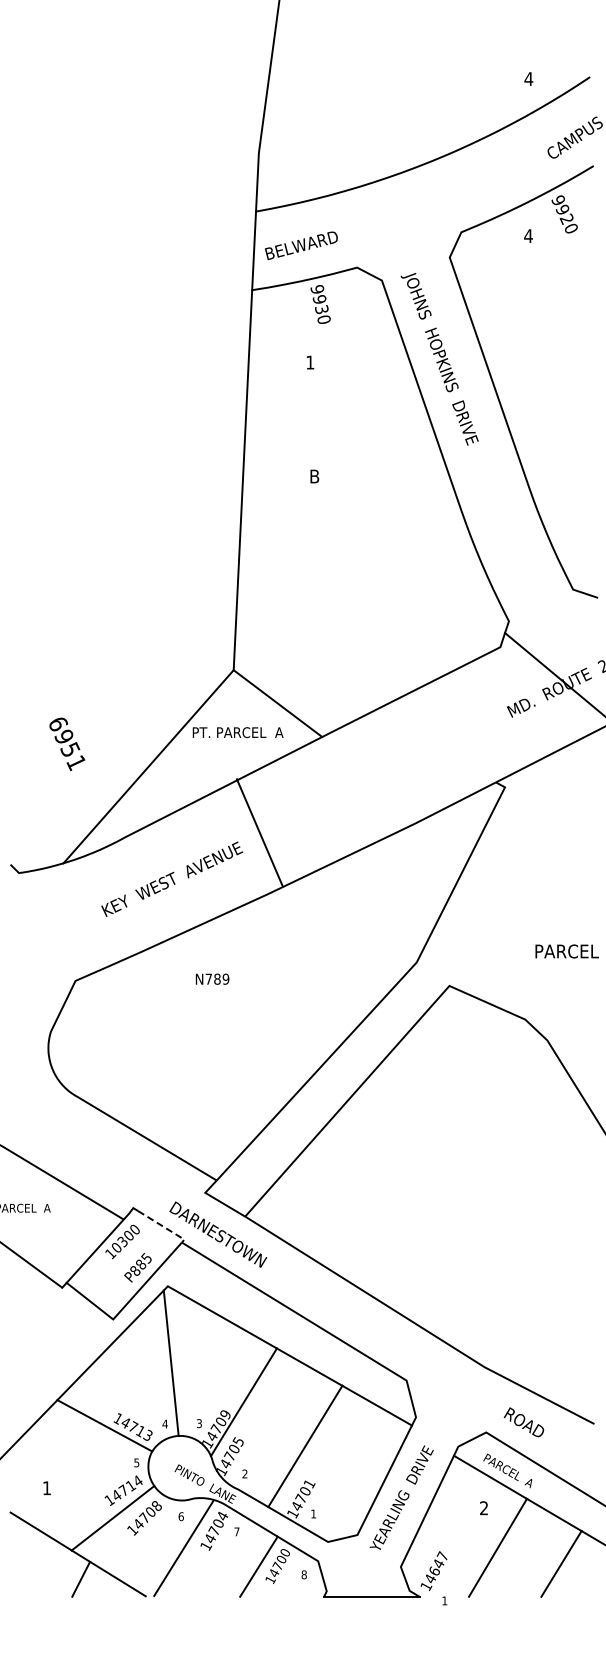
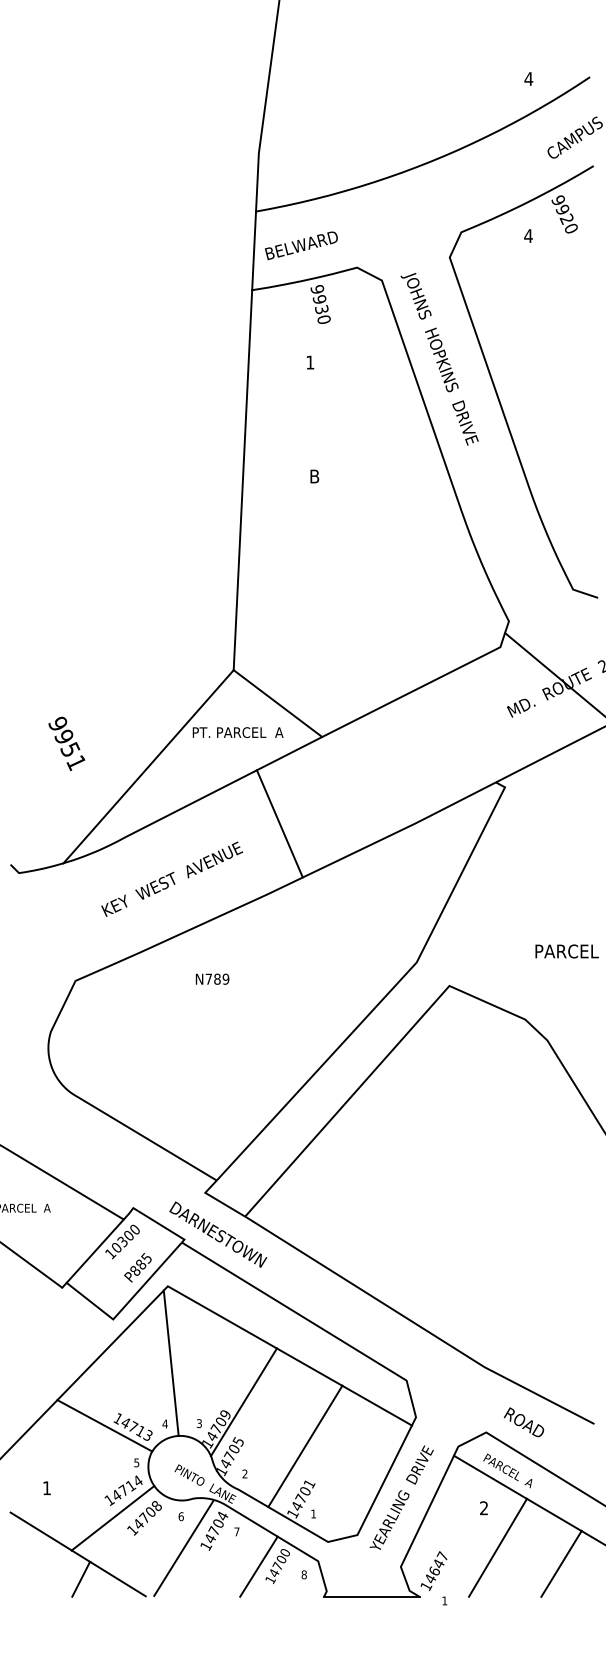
text at (58, 723): 6951 -> 9951
line at (259, 832) position: (259, 832) -> (279, 823)
line at (163, 1226): dashed -> solid
